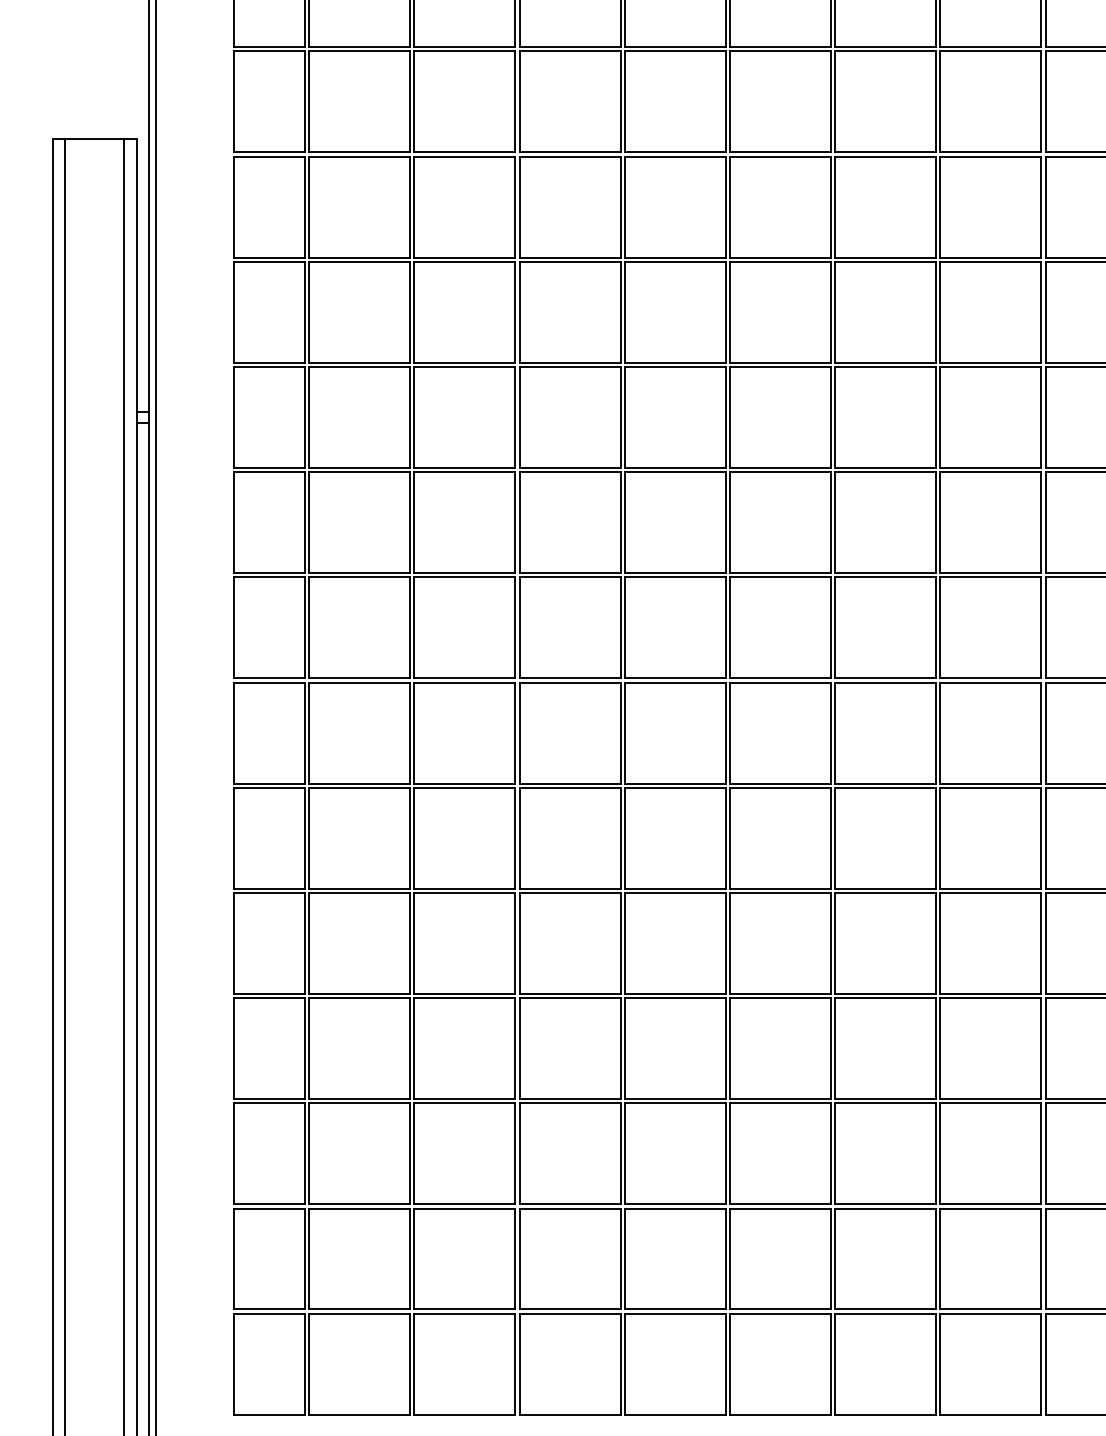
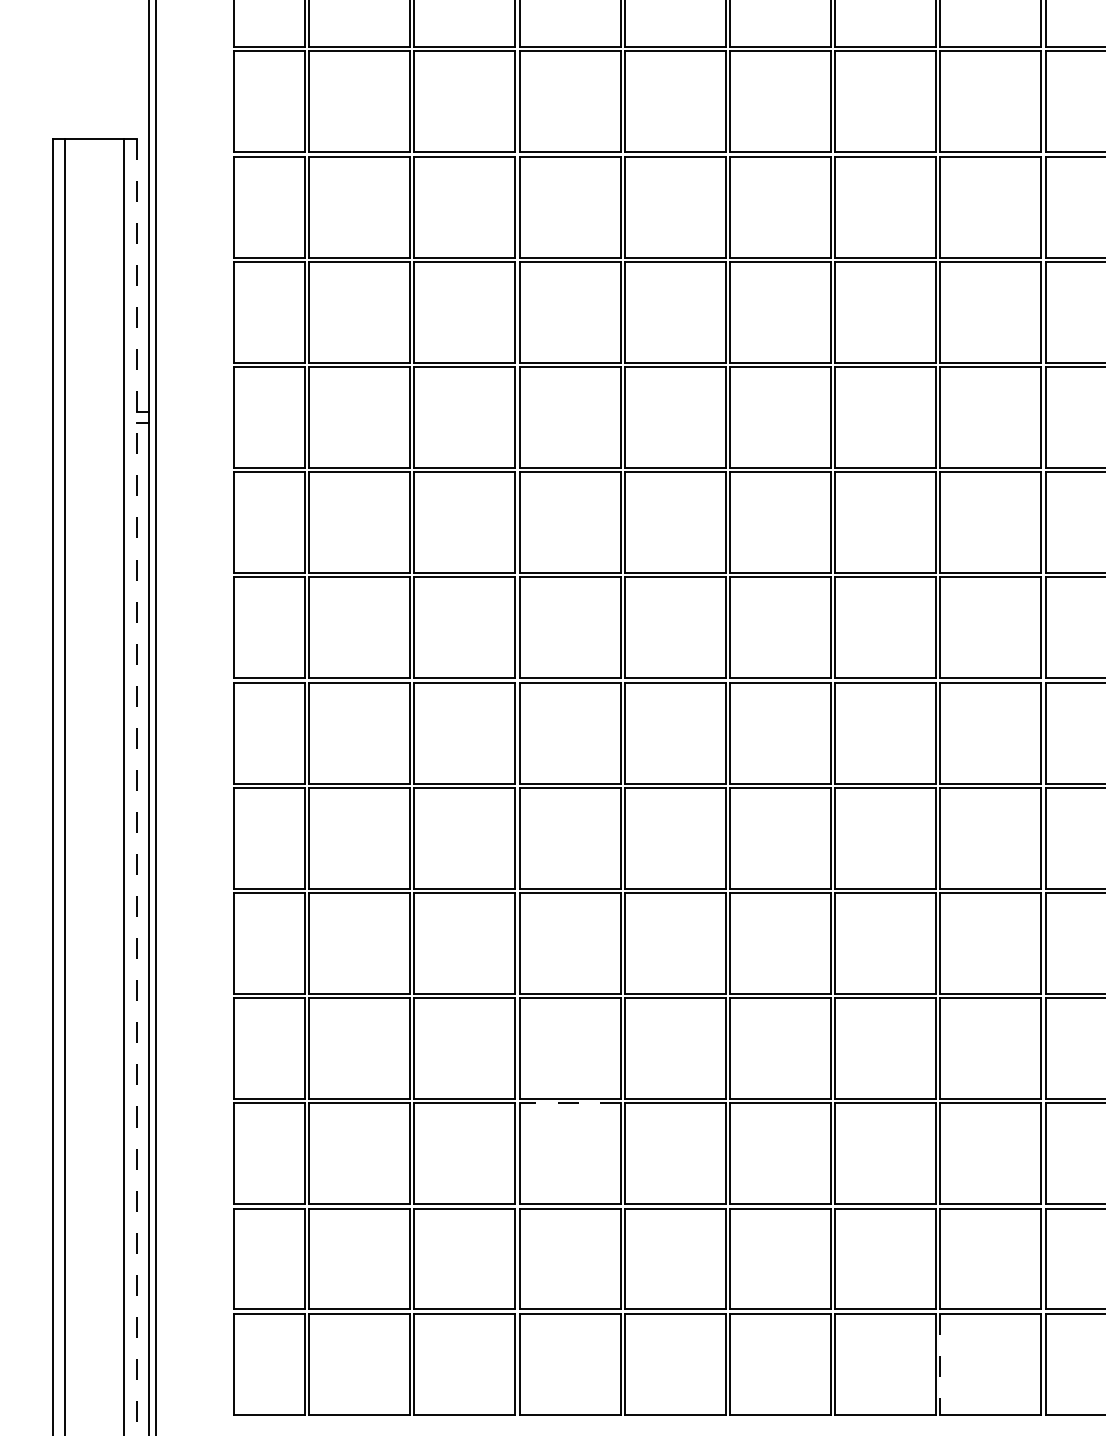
line at (136, 787): solid -> dashed
line at (569, 1103): solid -> dashed
line at (940, 1364): solid -> dashed
